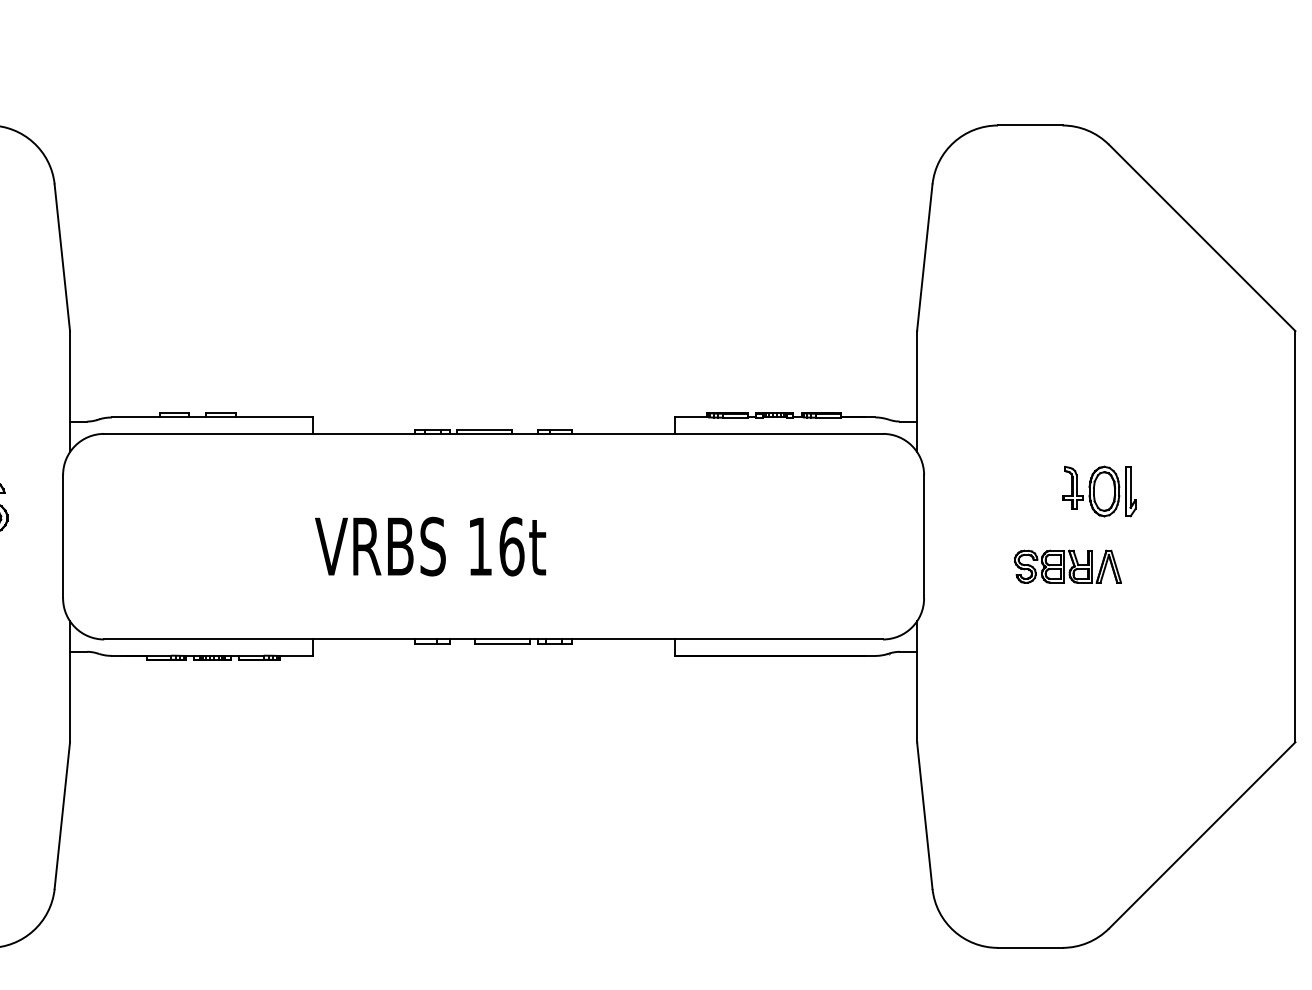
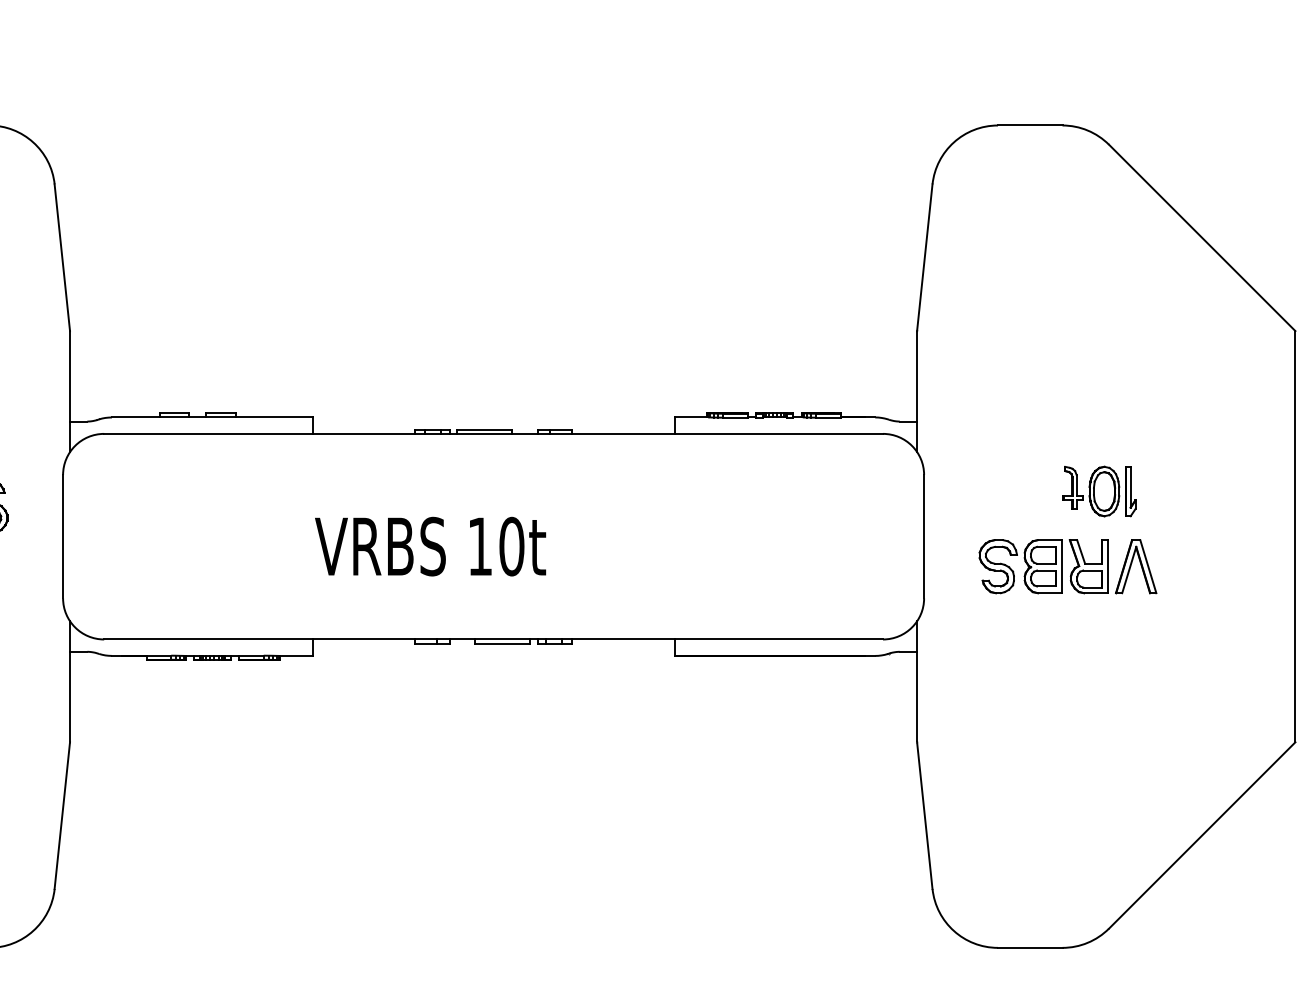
text at (511, 546): 16t -> 10t
part at (1067, 566) size: 109x35 px -> 180x56 px
